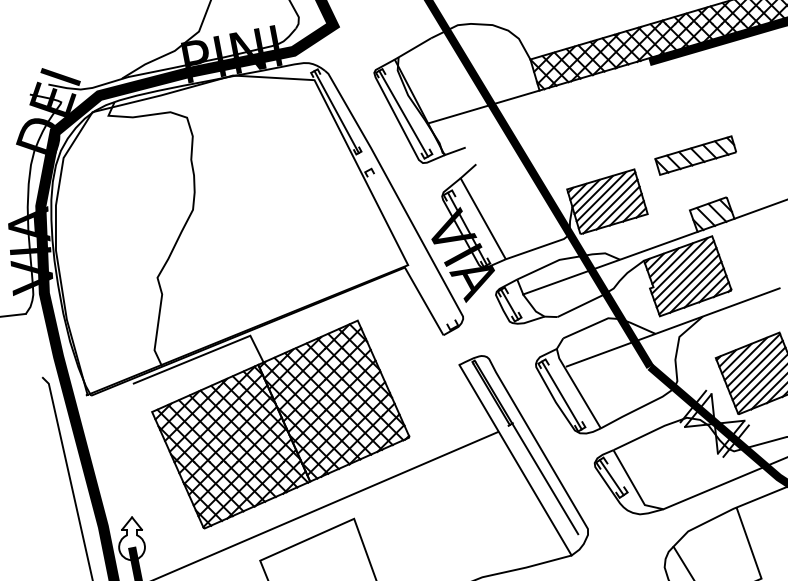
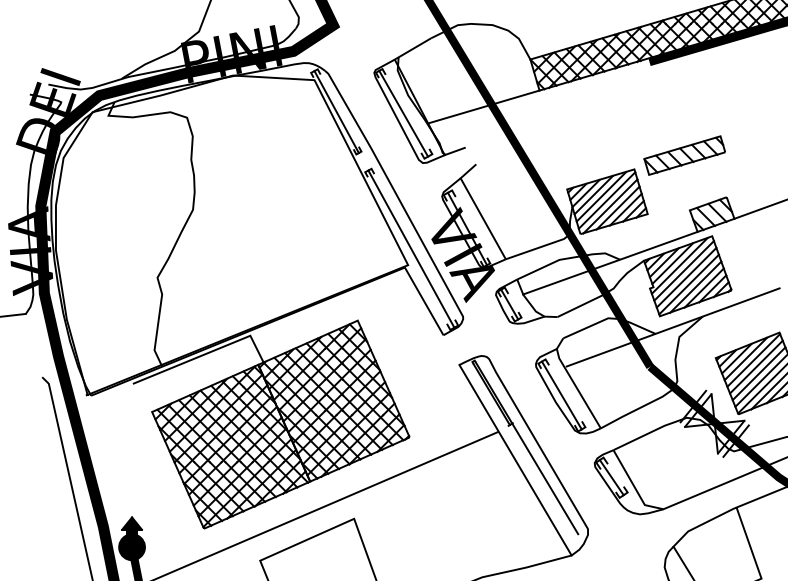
part at (695, 155) position: (695, 155) -> (684, 155)
line at (411, 248): none -> present
fill at (131, 538): none -> present
